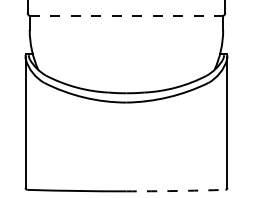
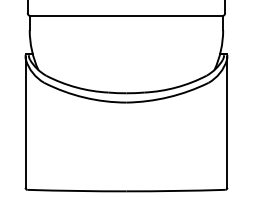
line at (126, 16): dashed -> solid
arc at (175, 190): dashed -> solid
